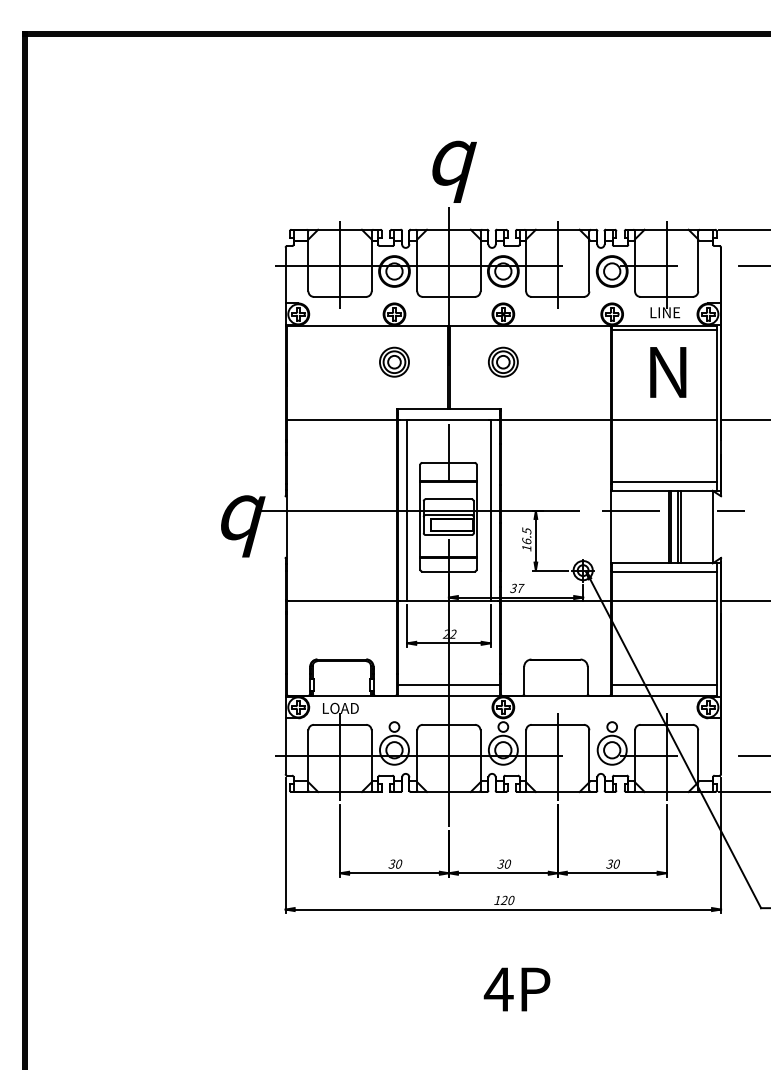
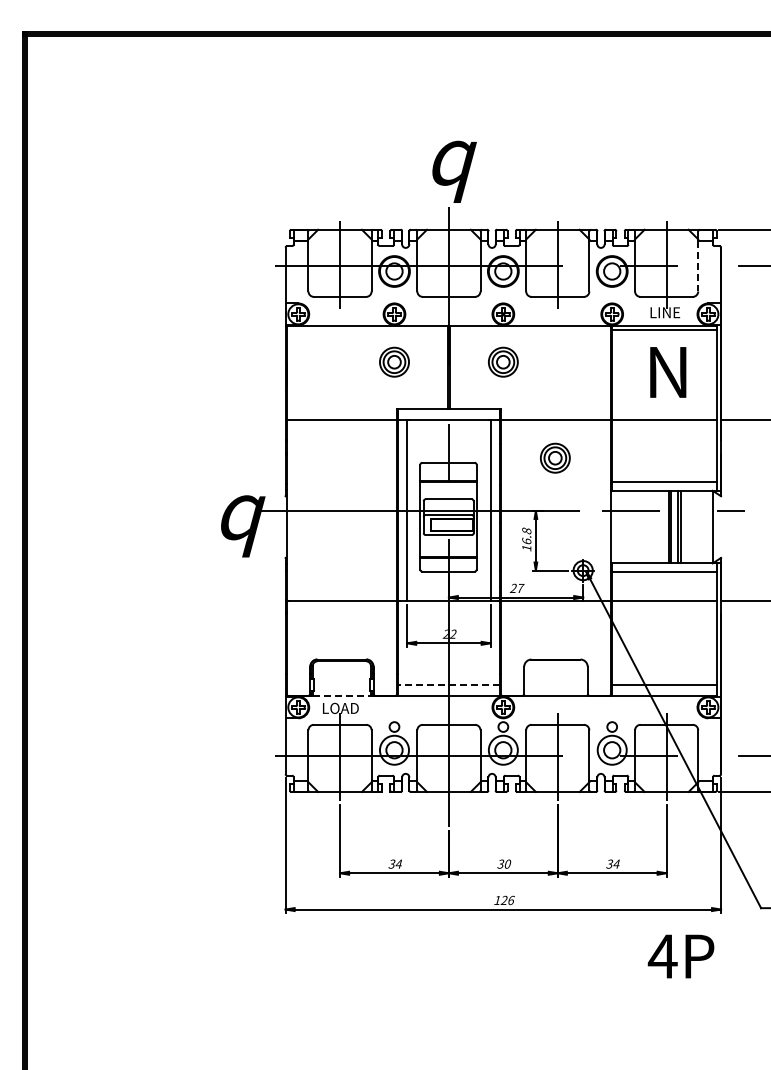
line at (698, 266): solid -> dashed
part at (555, 457): none -> present
text at (526, 530): 16.5 -> 16.8
text at (512, 588): 37 -> 27
line at (448, 684): solid -> dashed
line at (342, 695): solid -> dashed
text at (398, 863): 30 -> 34
text at (616, 863): 30 -> 34
text at (511, 899): 120 -> 126
text at (516, 989) position: (516, 989) -> (680, 956)
